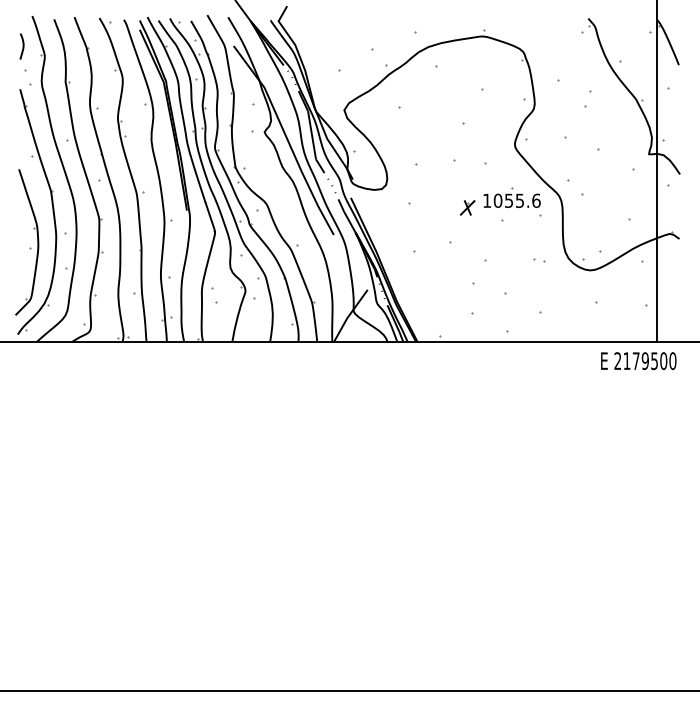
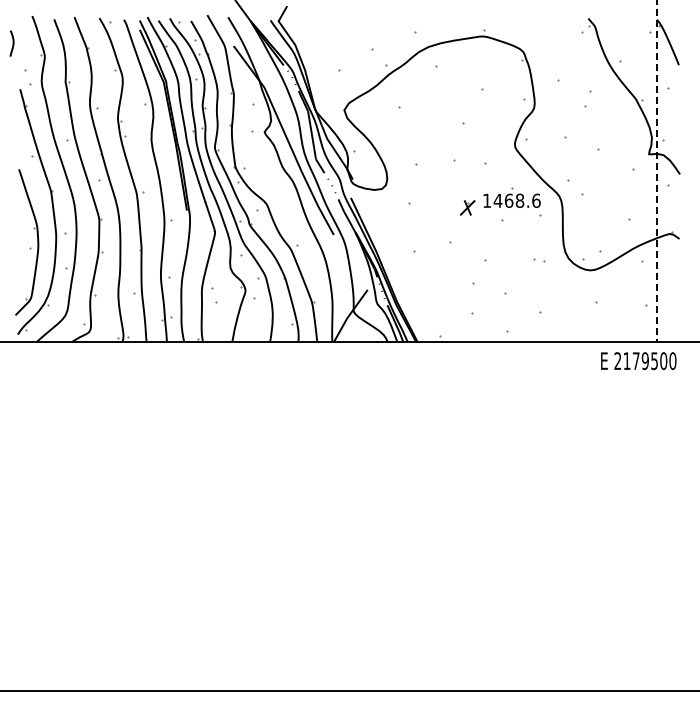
curve at (22, 46) position: (22, 46) -> (12, 43)
line at (656, 171): solid -> dashed
text at (508, 200): 1055.6 -> 1468.6
